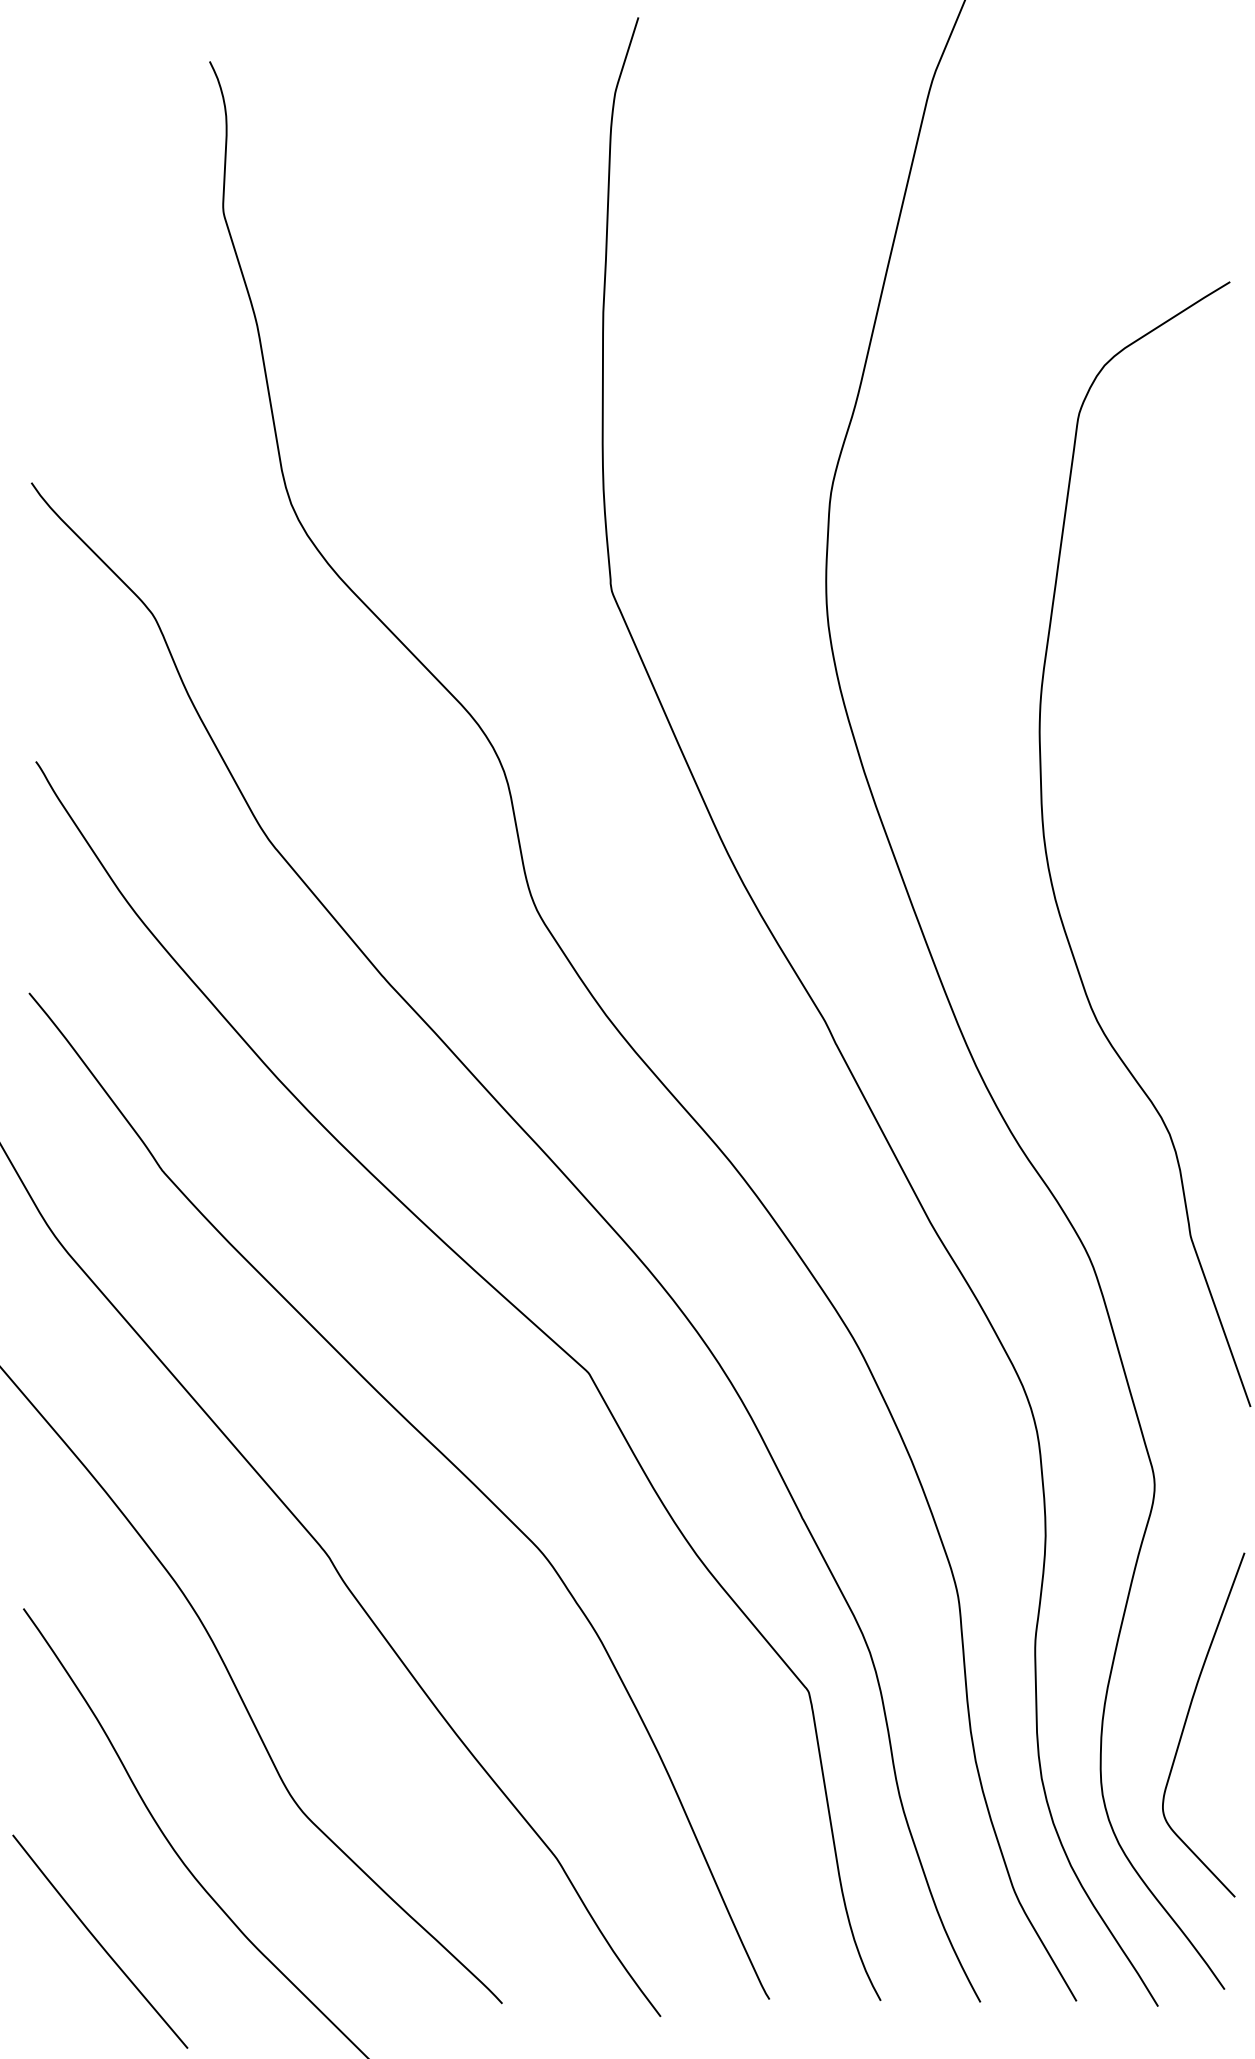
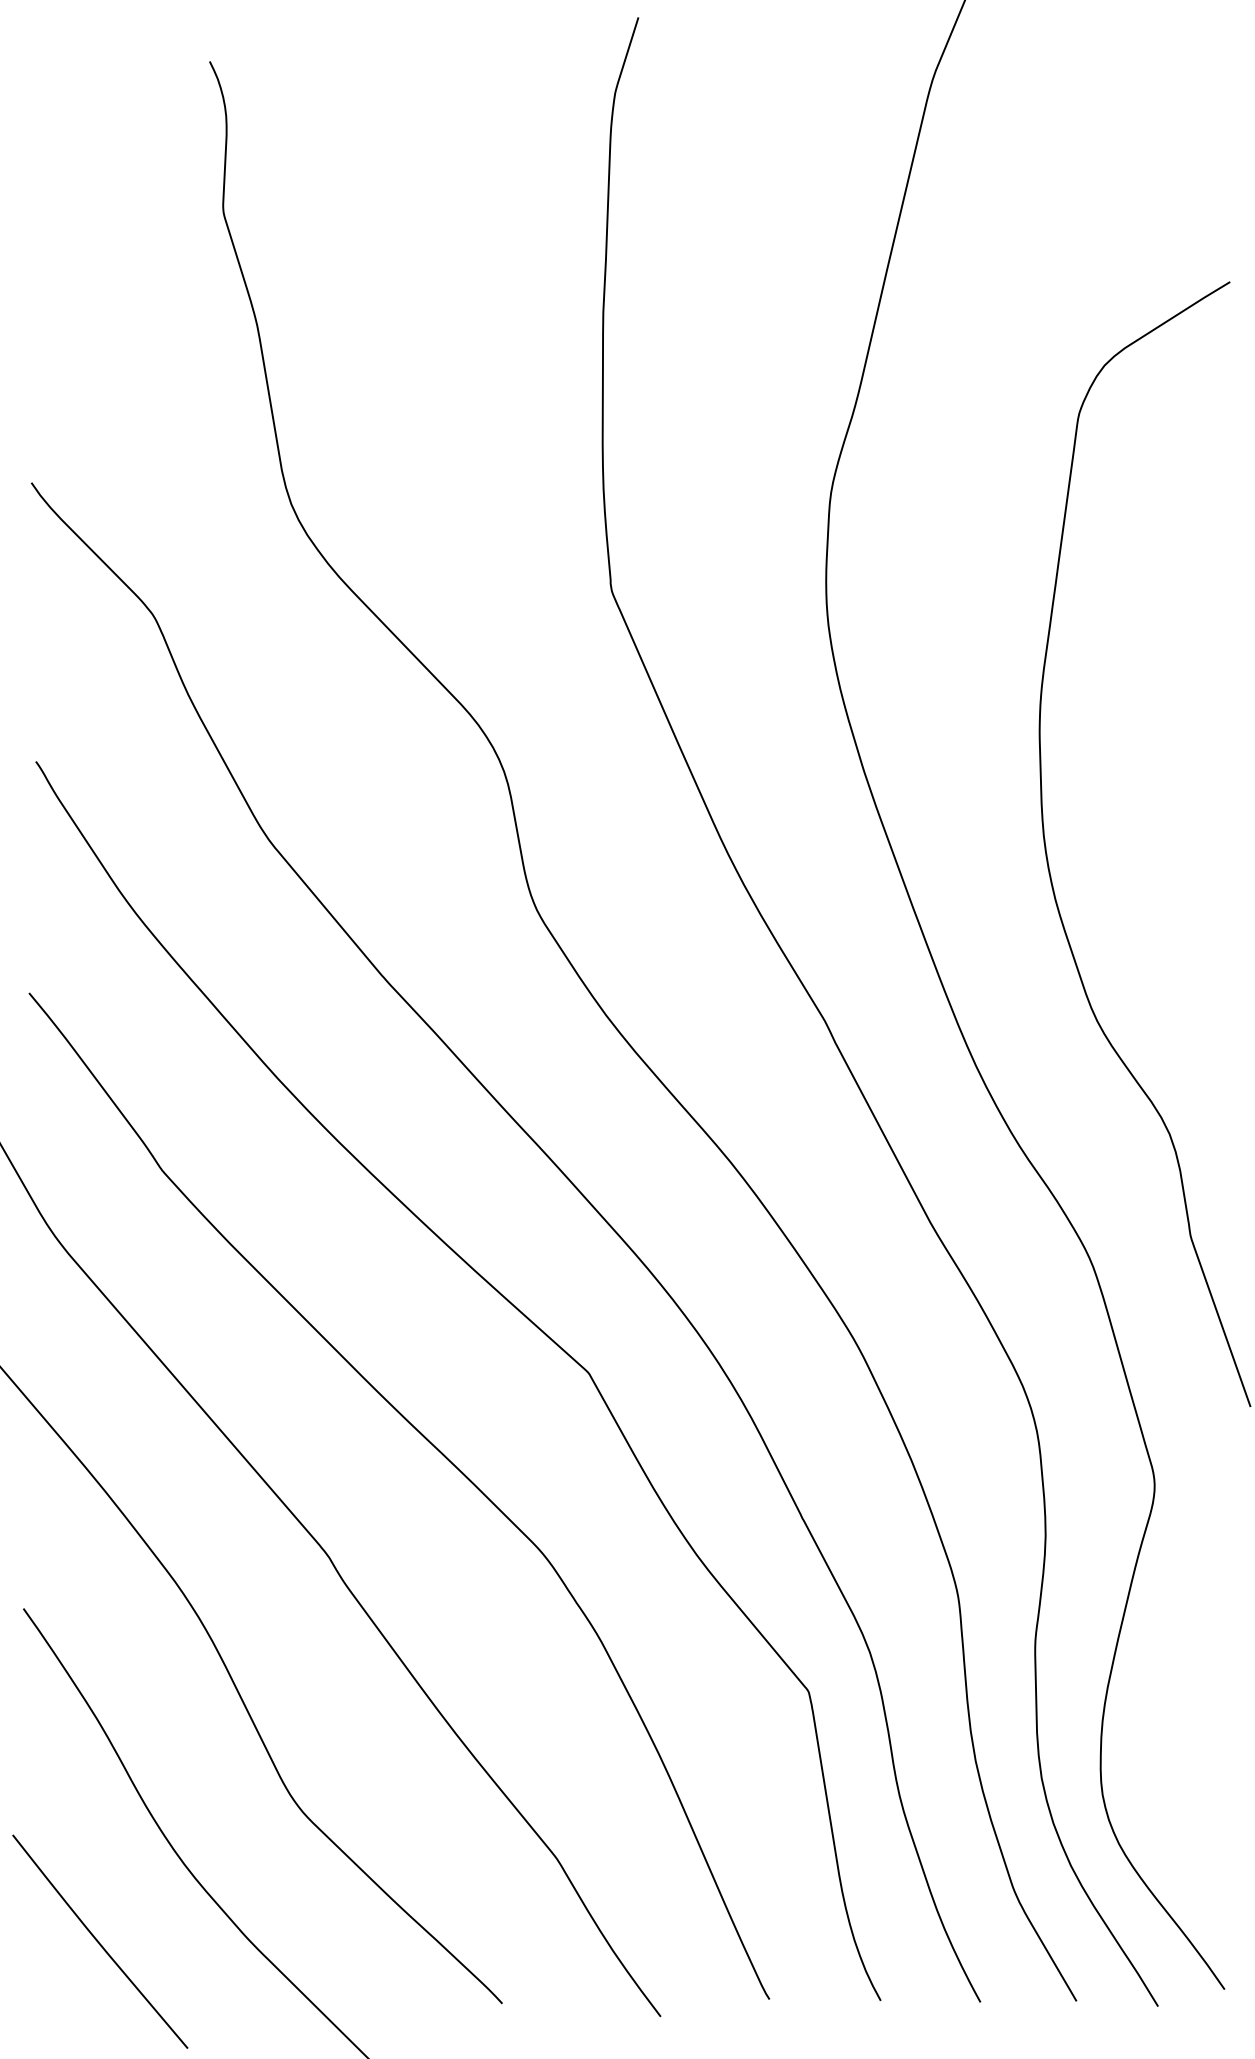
curve at (1187, 1719): present -> none
